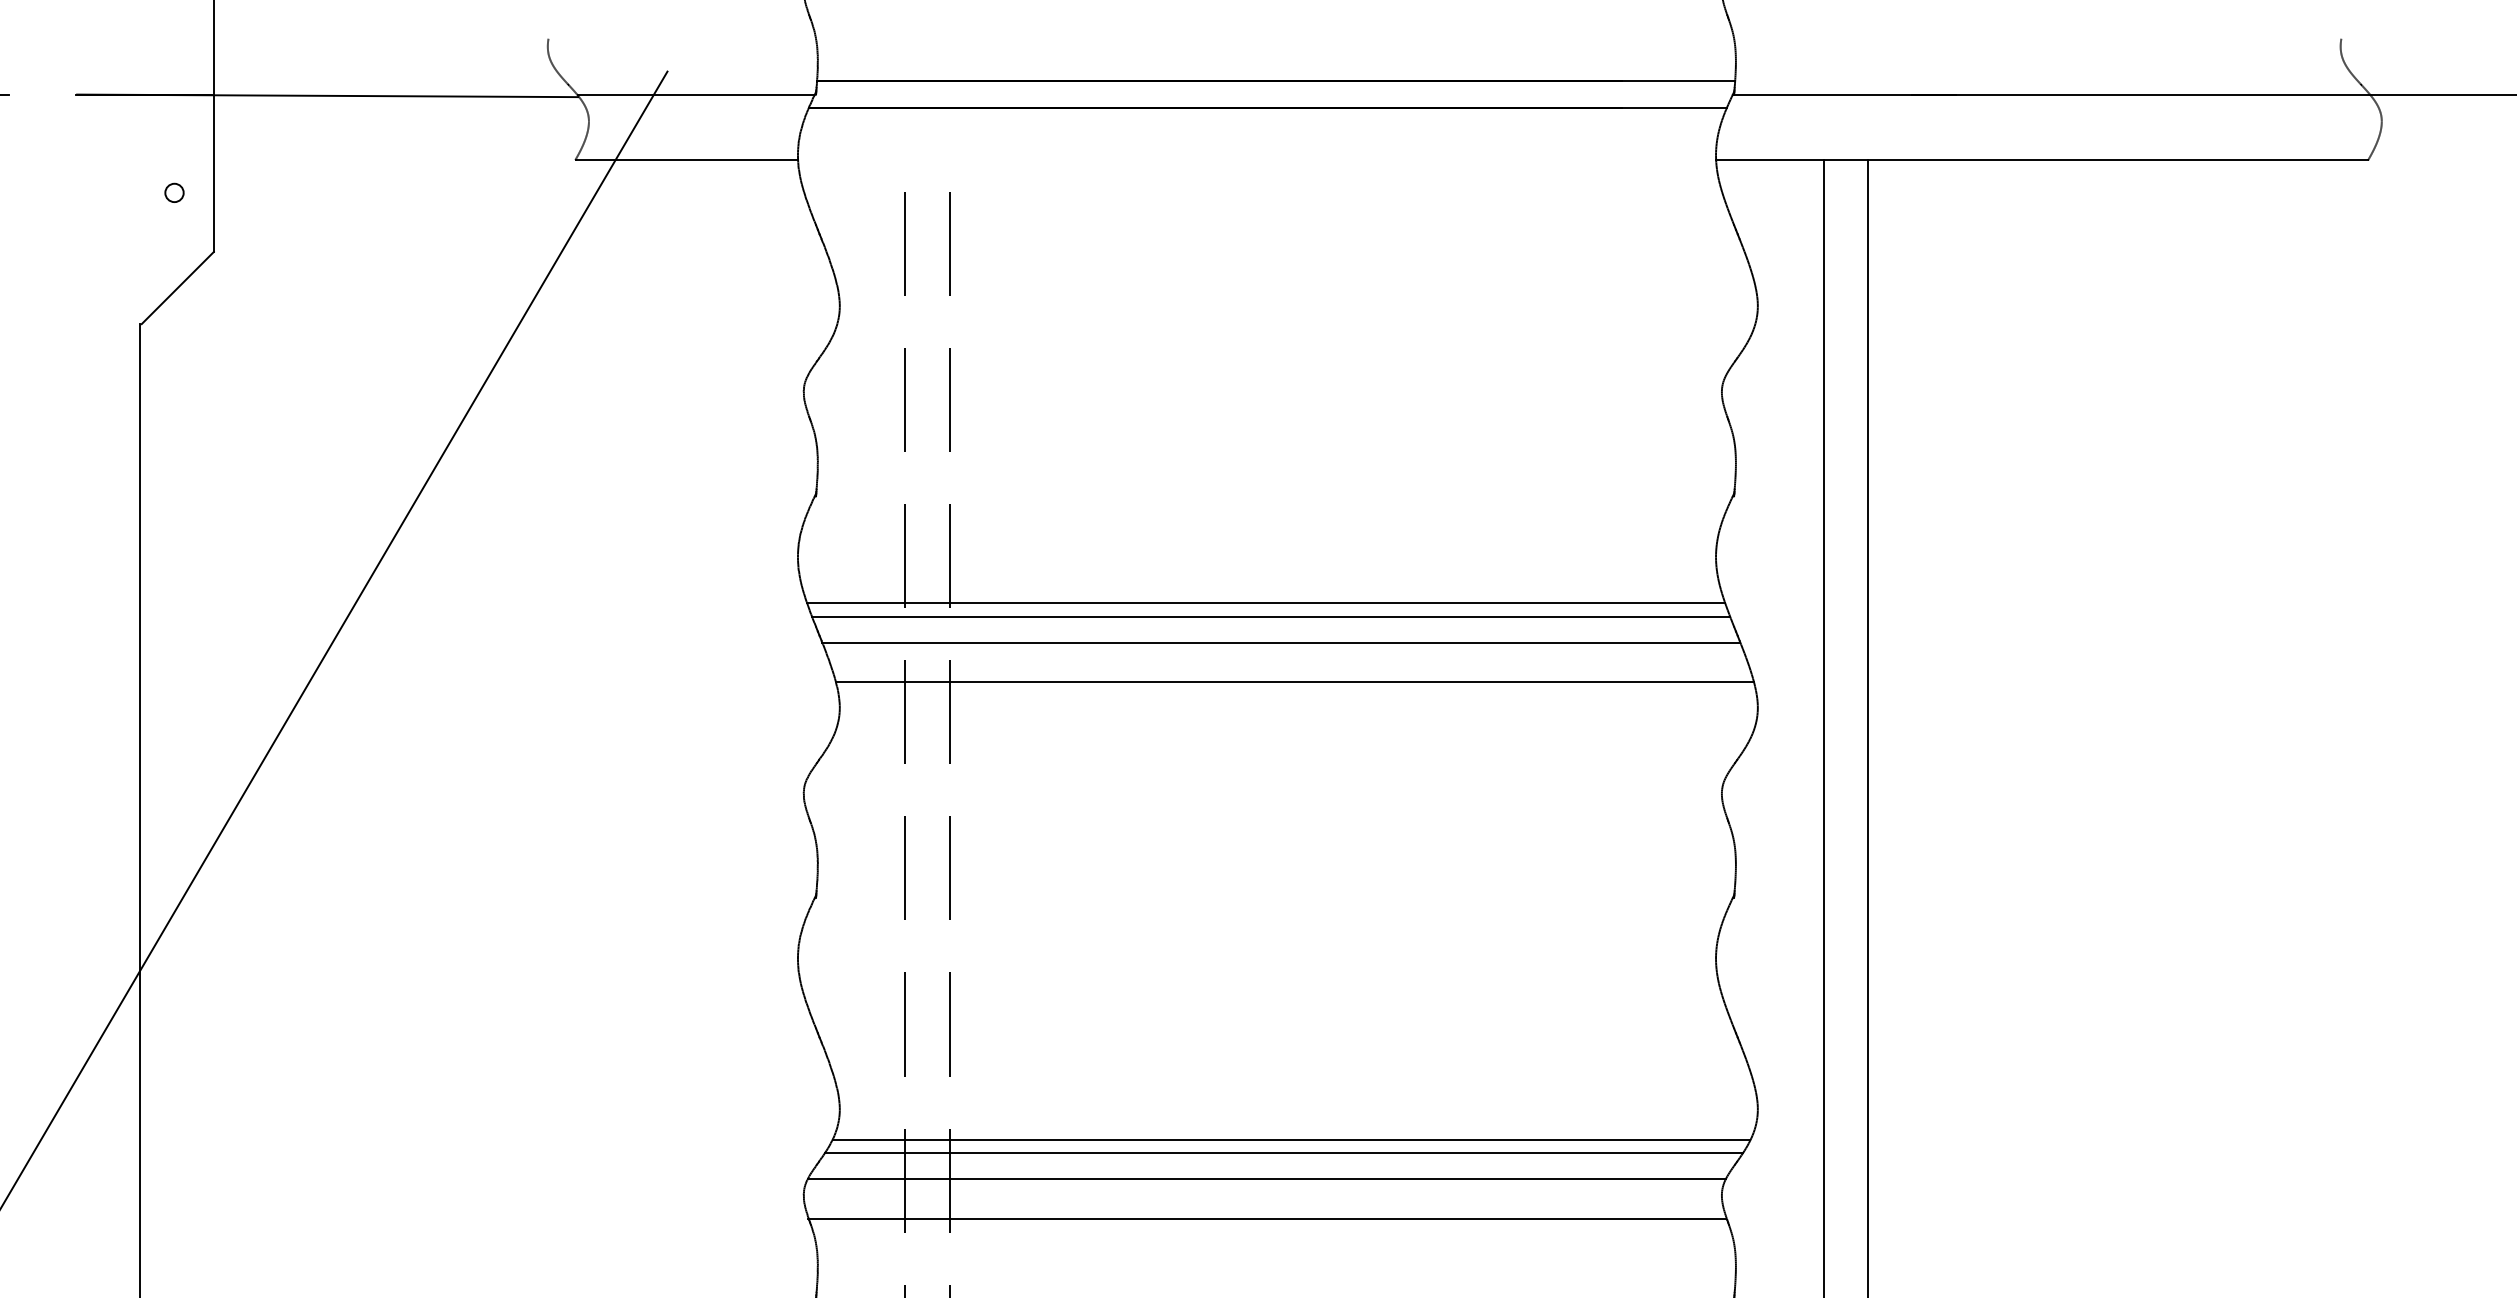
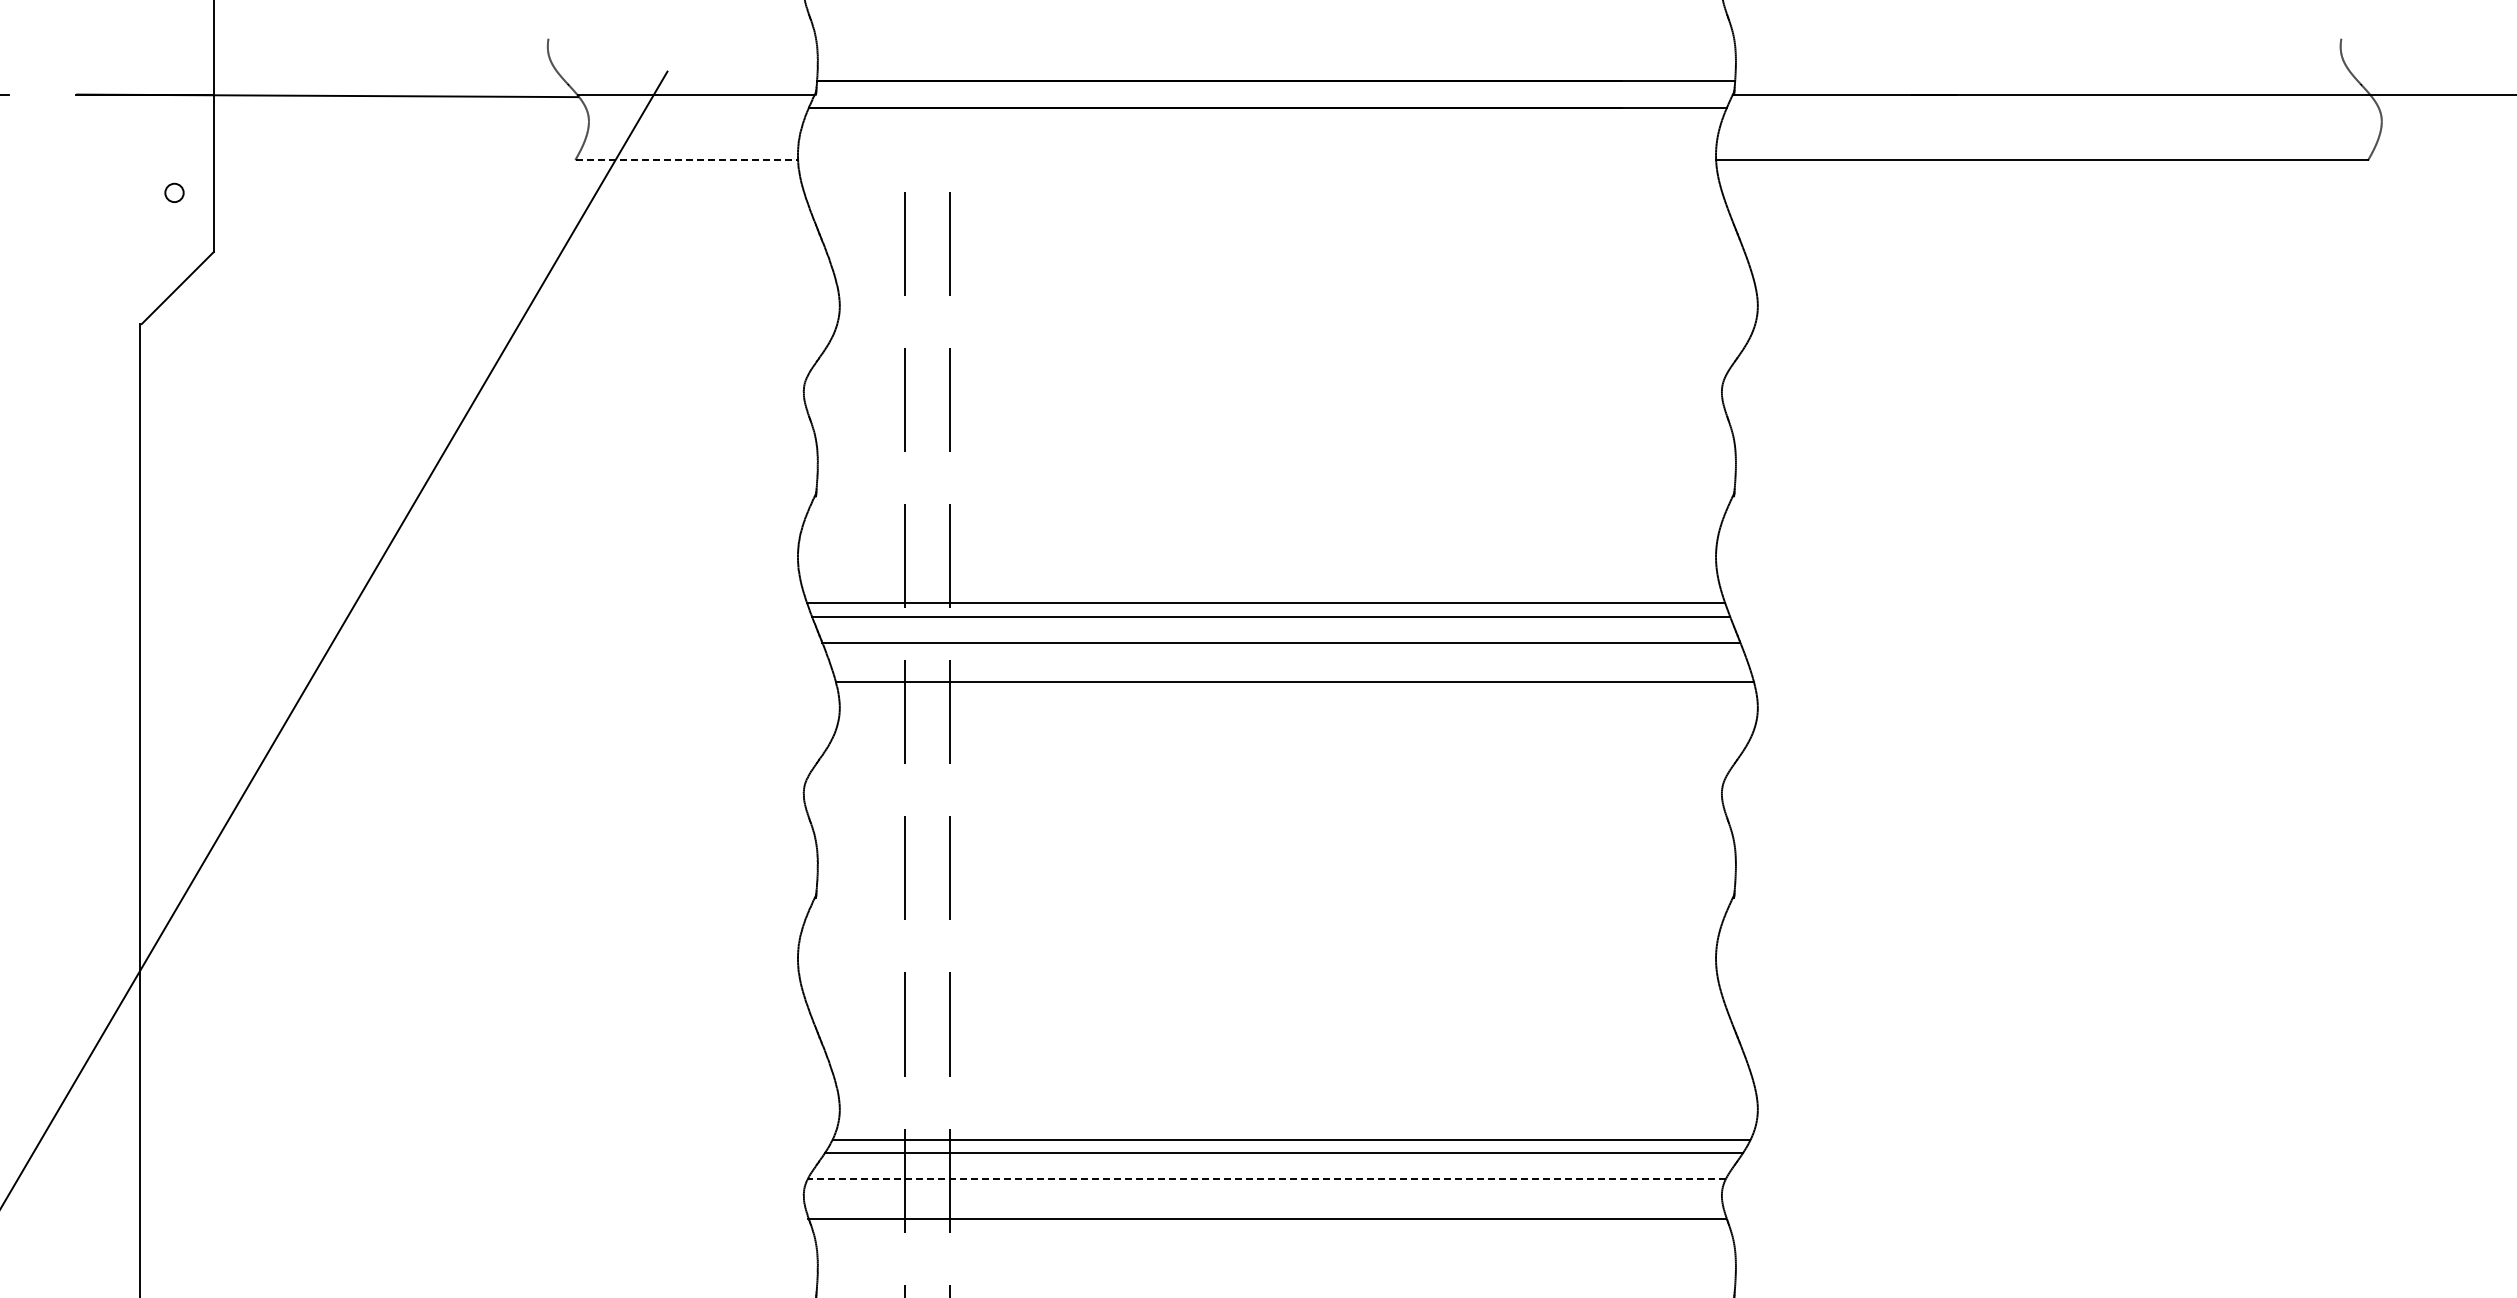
line at (687, 160): solid -> dashed
line at (1823, 727): present -> none
line at (1868, 727): present -> none
line at (1266, 1179): solid -> dashed
